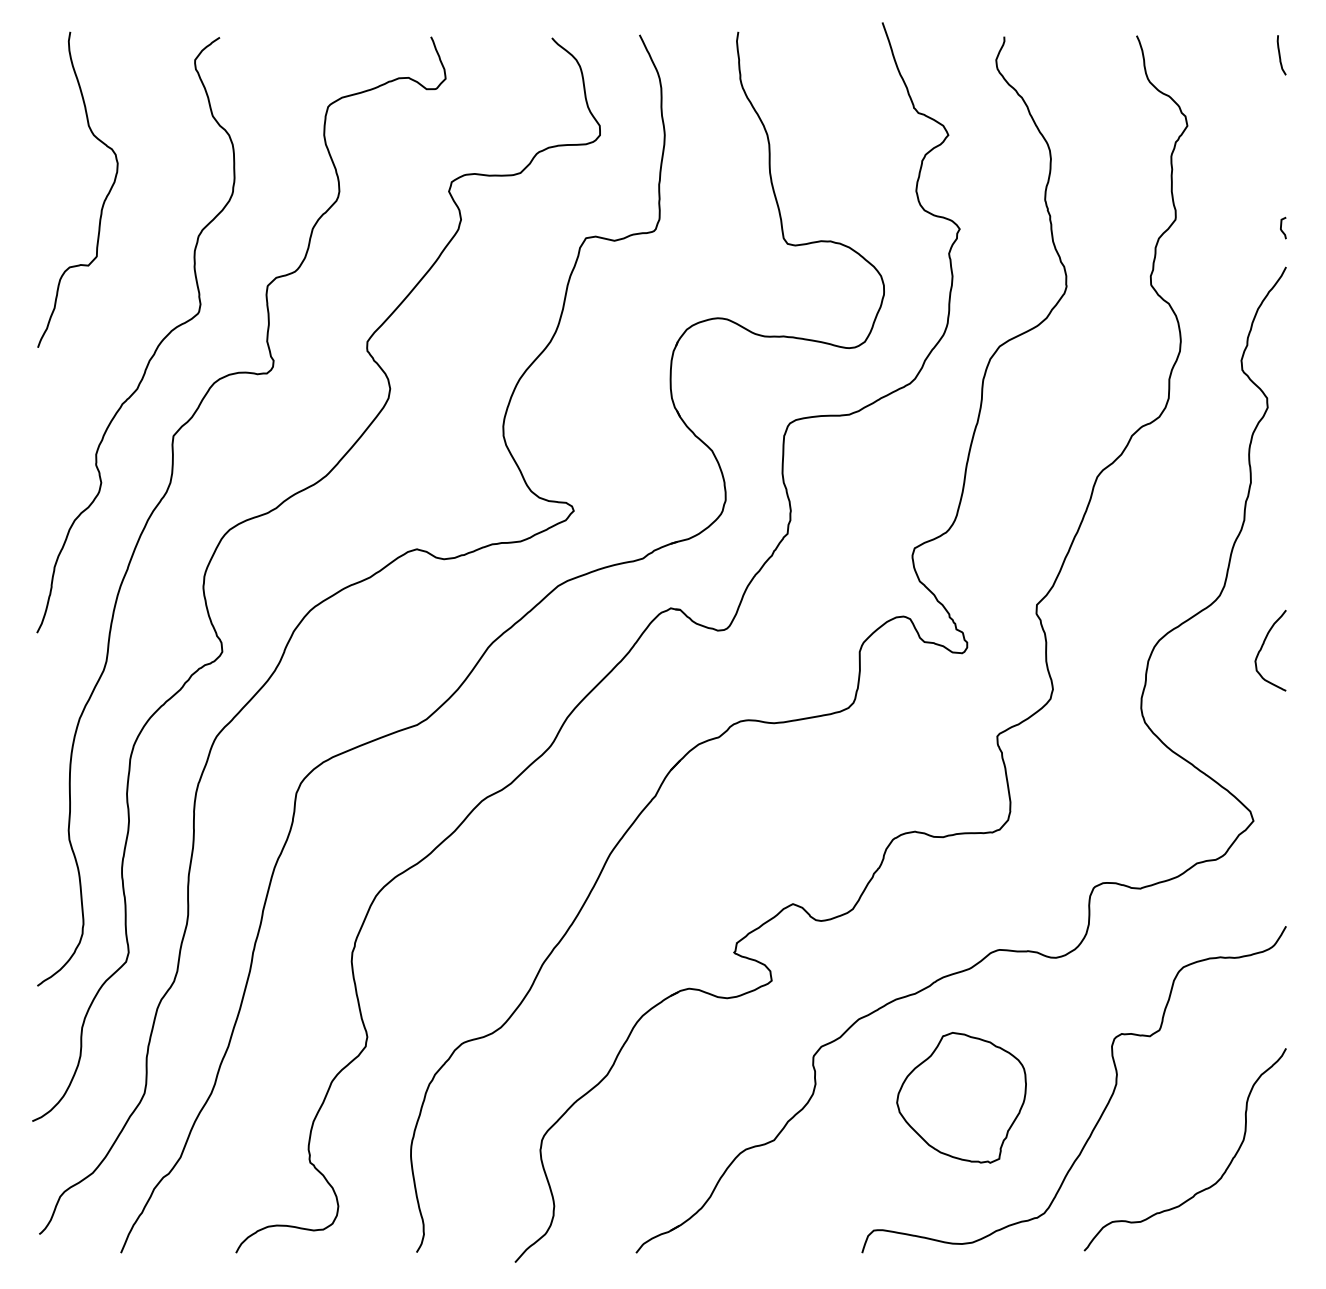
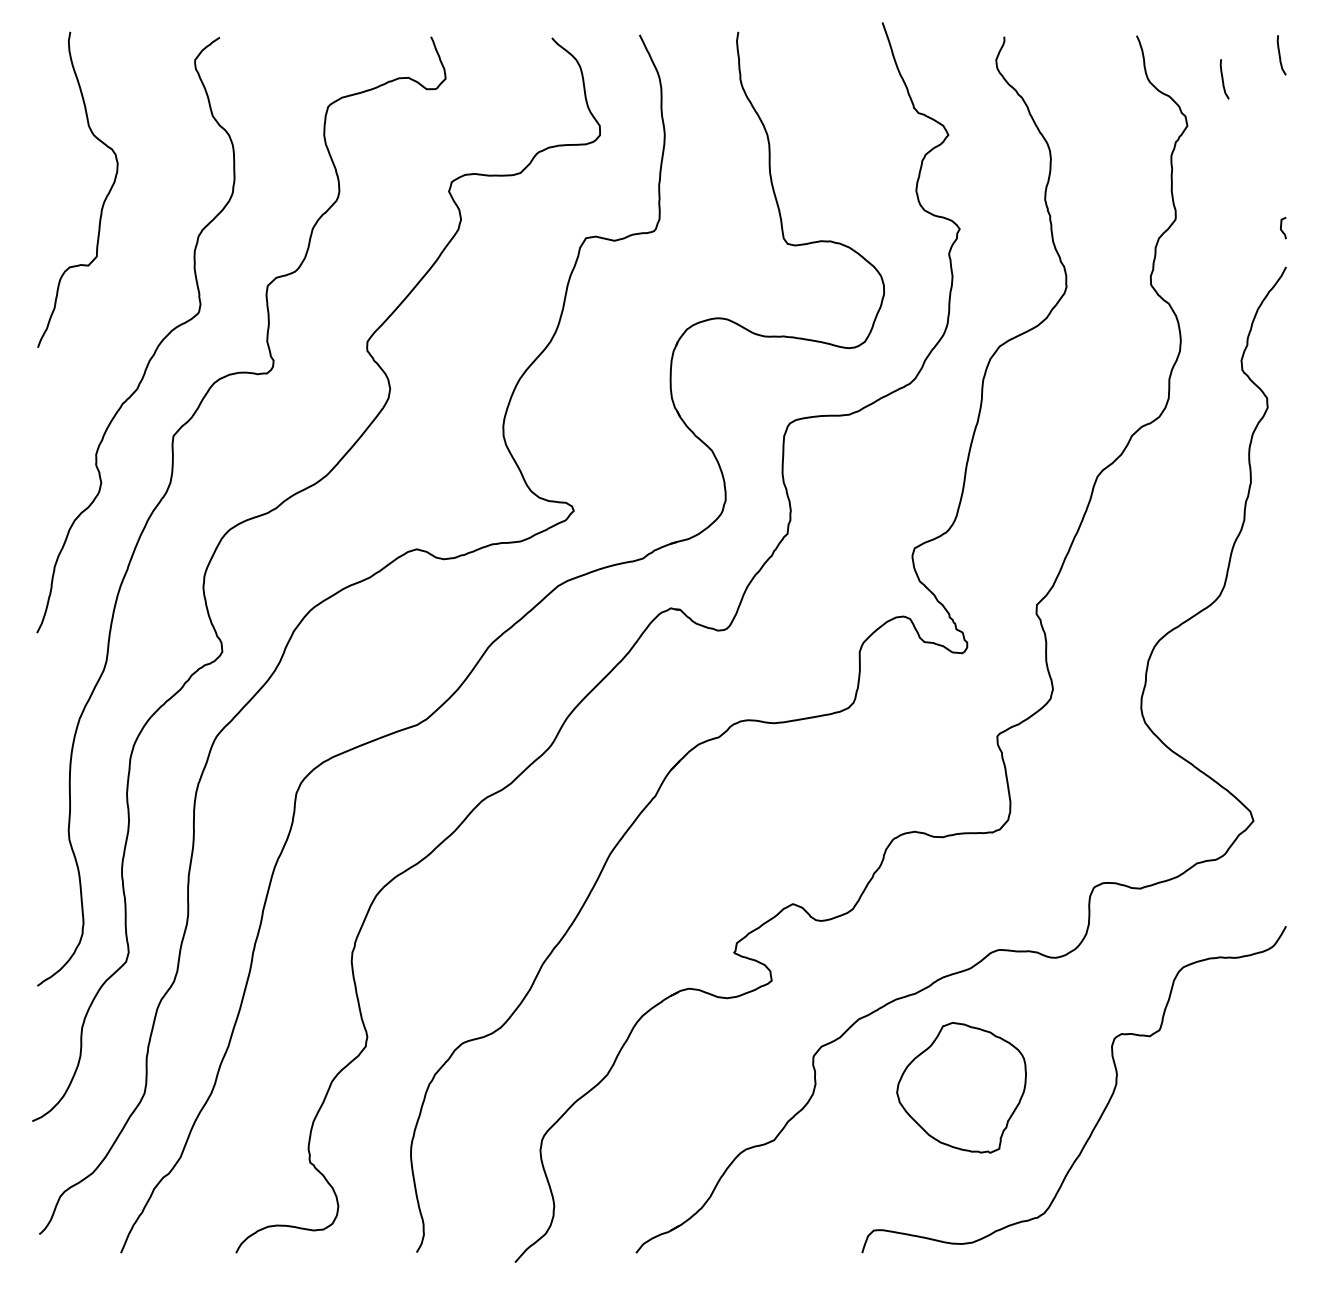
curve at (1223, 79): none -> present
curve at (1262, 648): present -> none
part at (961, 1097) position: (961, 1097) -> (961, 1087)
curve at (1204, 1188): present -> none
